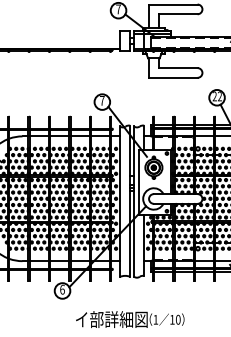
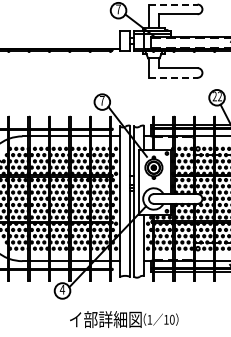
line at (173, 4): solid -> dashed
line at (173, 77): solid -> dashed
text at (62, 289): 6 -> 4
text at (130, 319) position: (130, 319) -> (124, 319)
